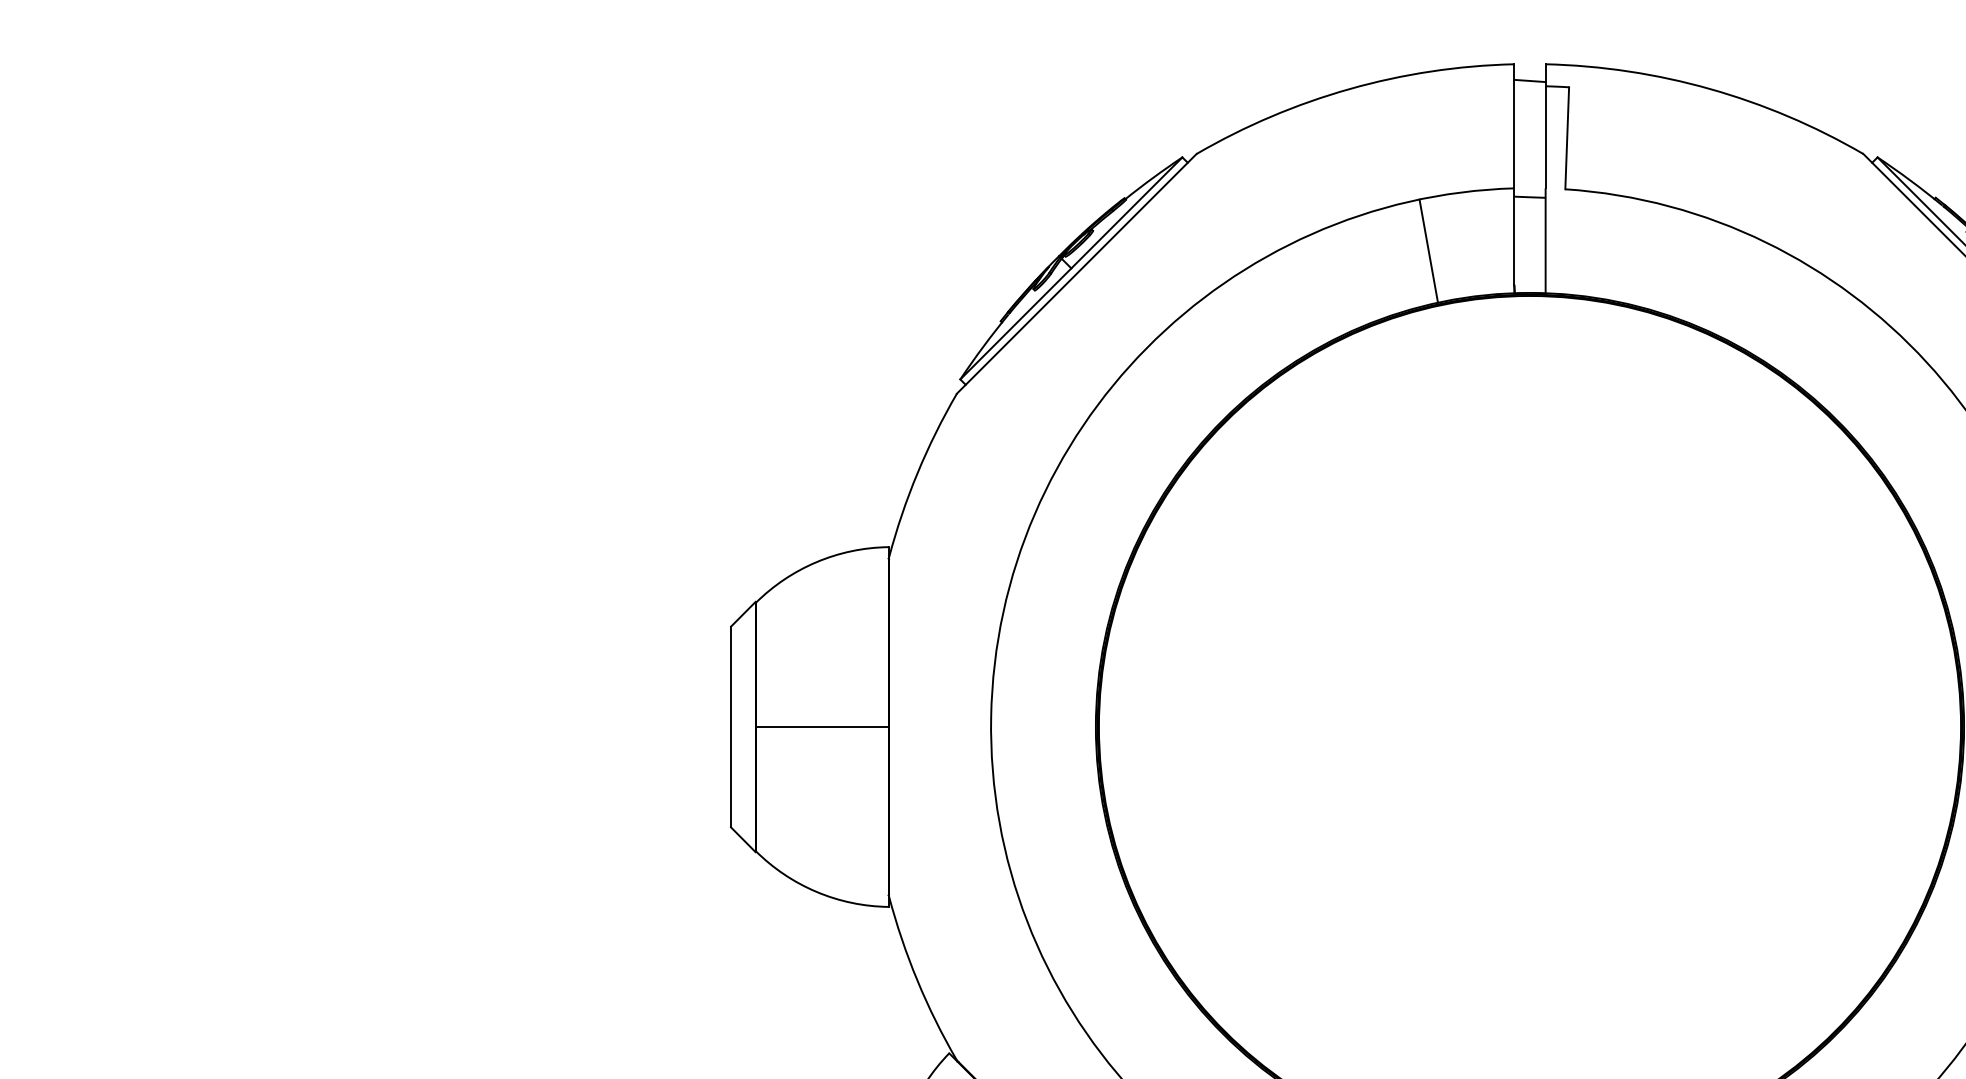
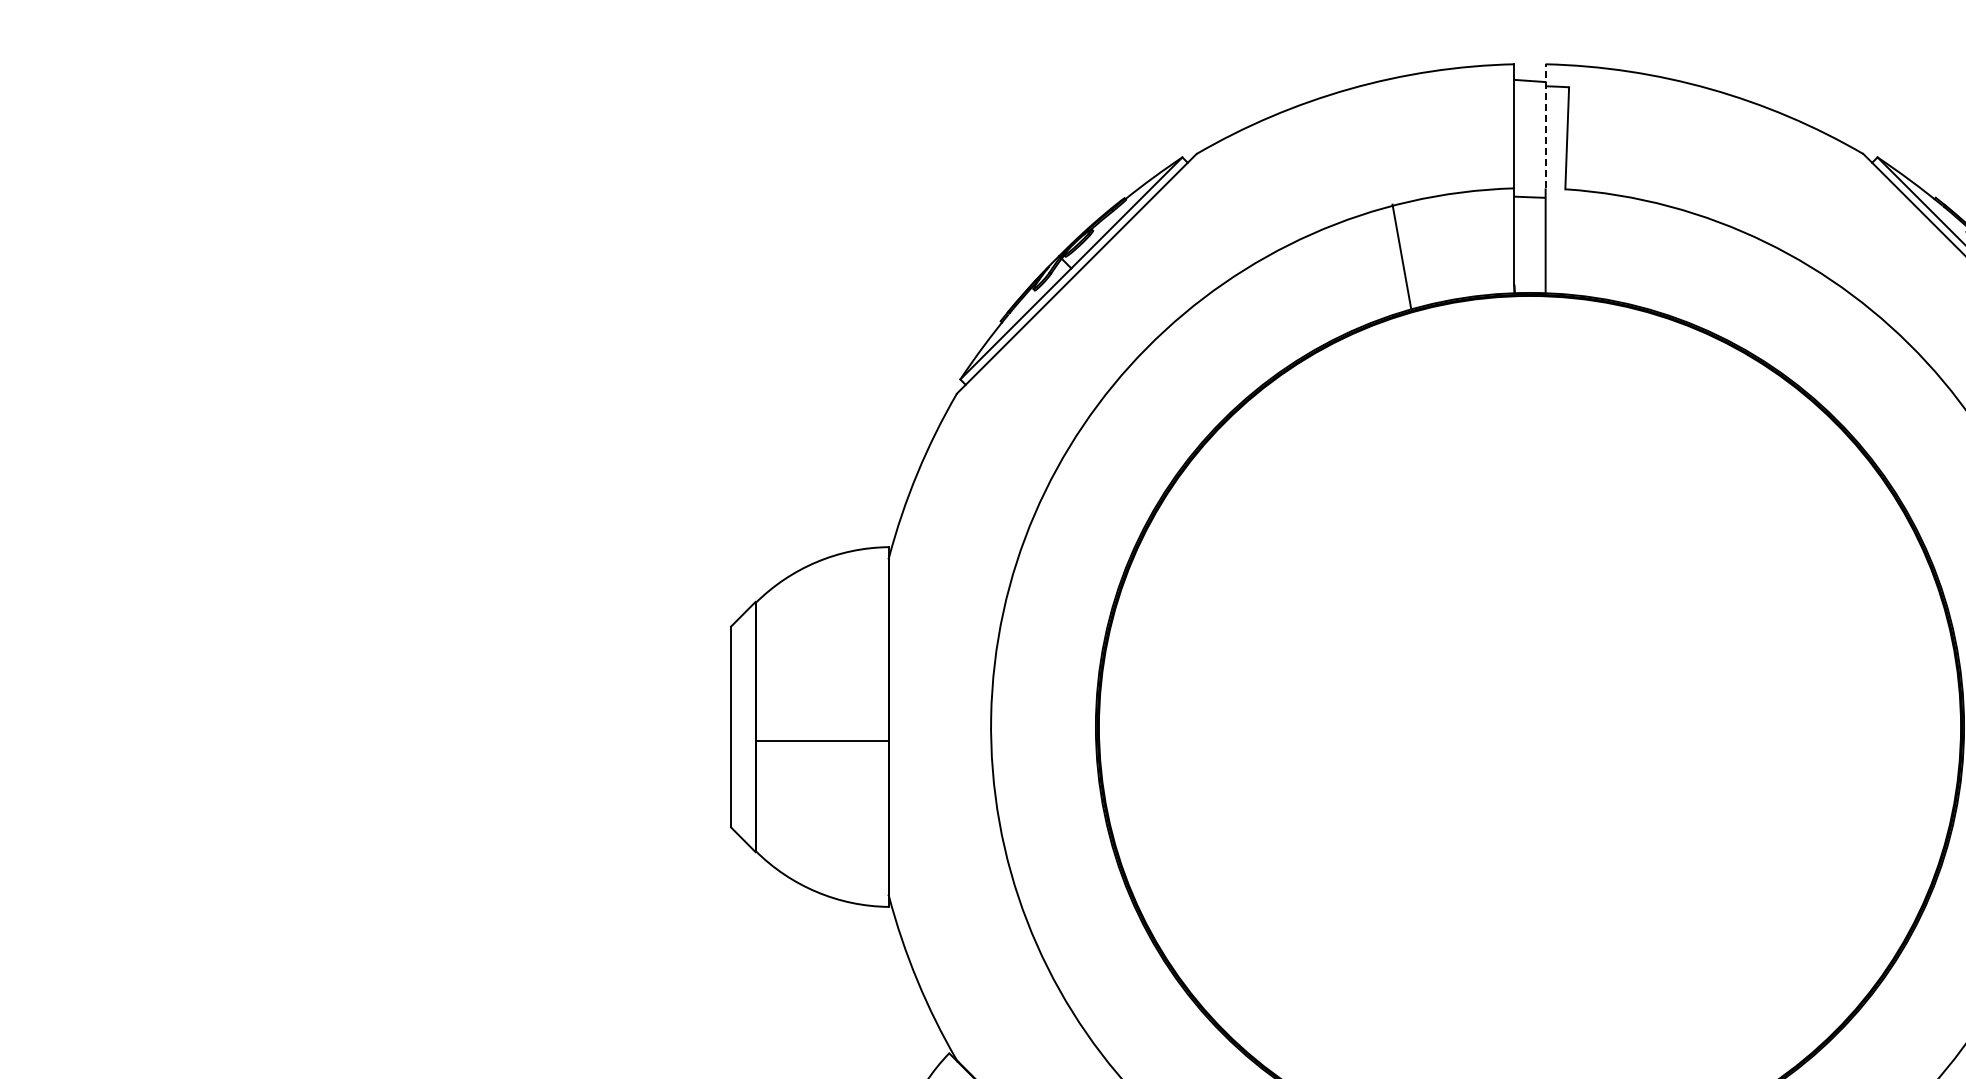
line at (1545, 125): solid -> dashed
line at (1428, 250) position: (1428, 250) -> (1401, 255)
line at (821, 727) position: (821, 727) -> (821, 741)
